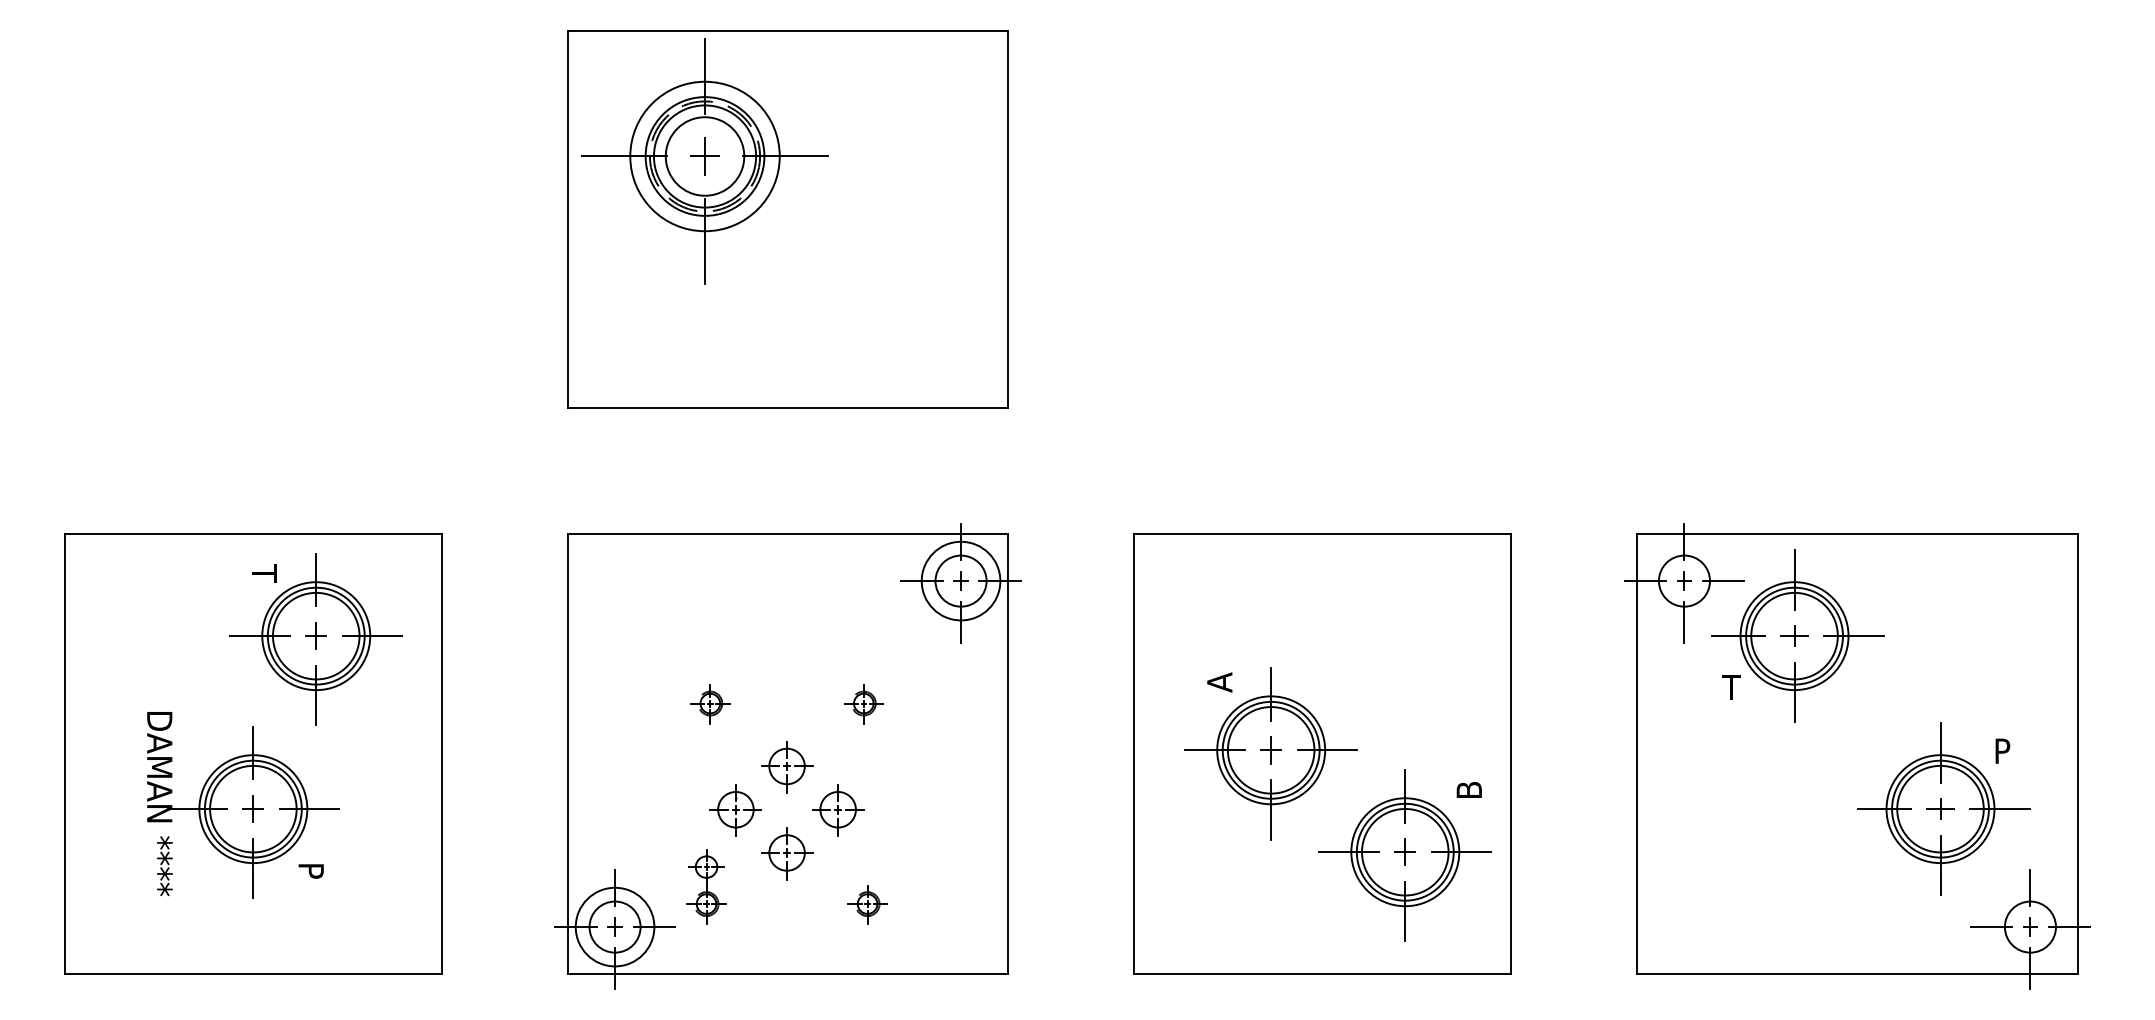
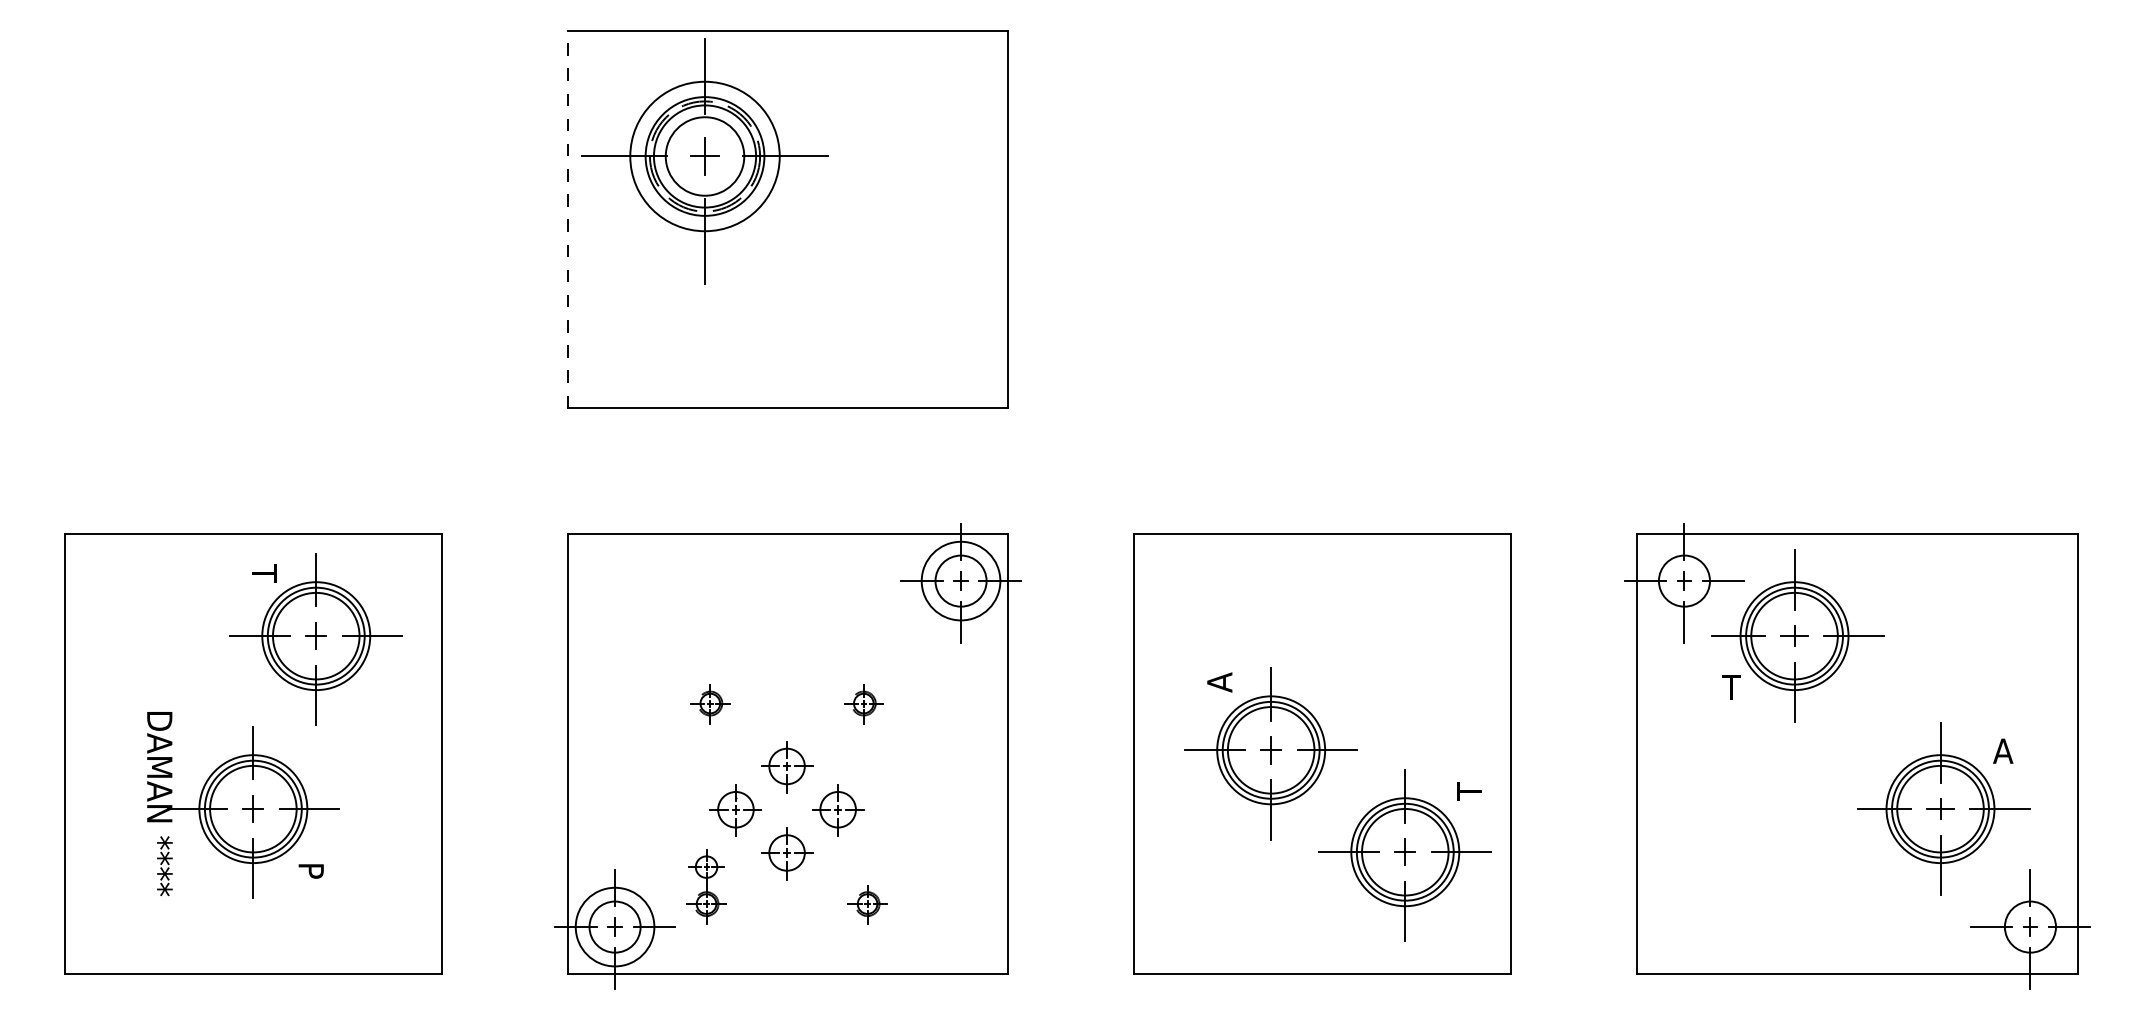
line at (567, 219): solid -> dashed
text at (2003, 750): P -> A
text at (1468, 791): B -> T
